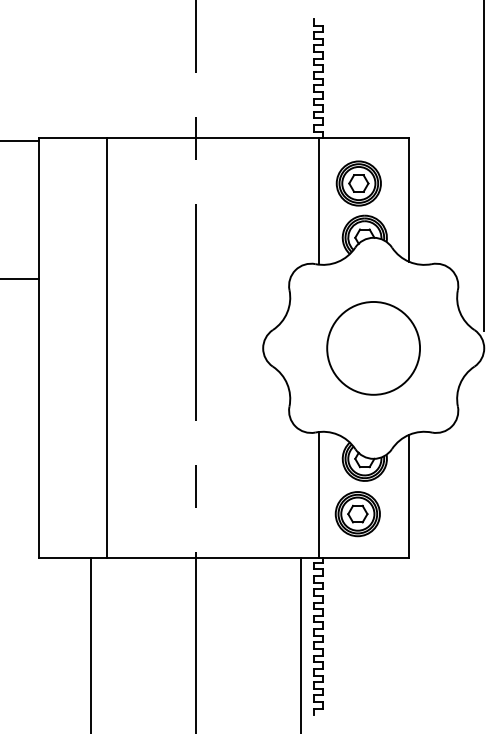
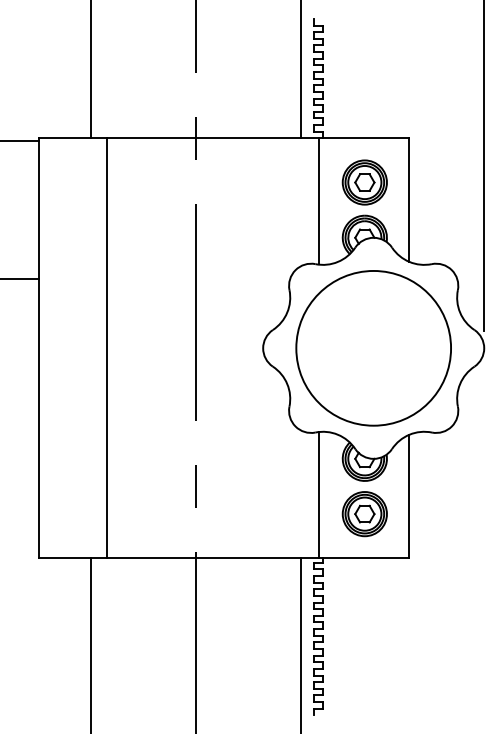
line at (91, 70): none -> present
line at (300, 70): none -> present
part at (358, 183) position: (358, 183) -> (364, 182)
circle at (373, 348) size: 95x95 px -> 157x157 px
part at (357, 514) position: (357, 514) -> (364, 514)
